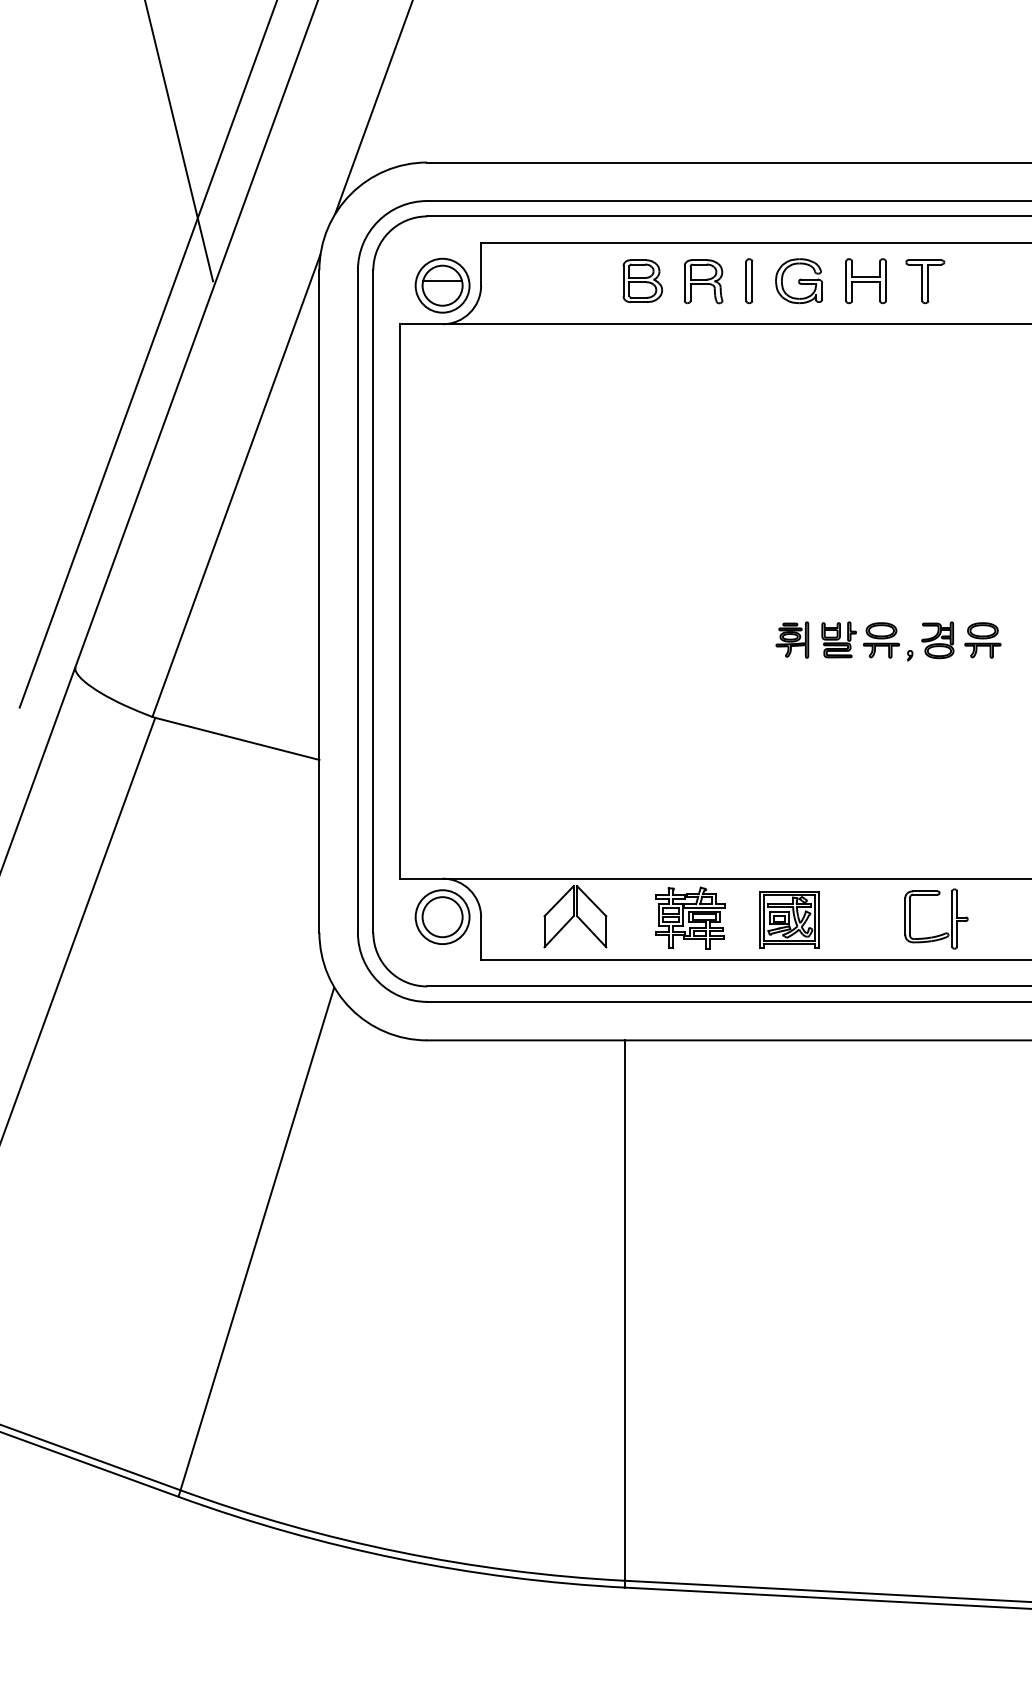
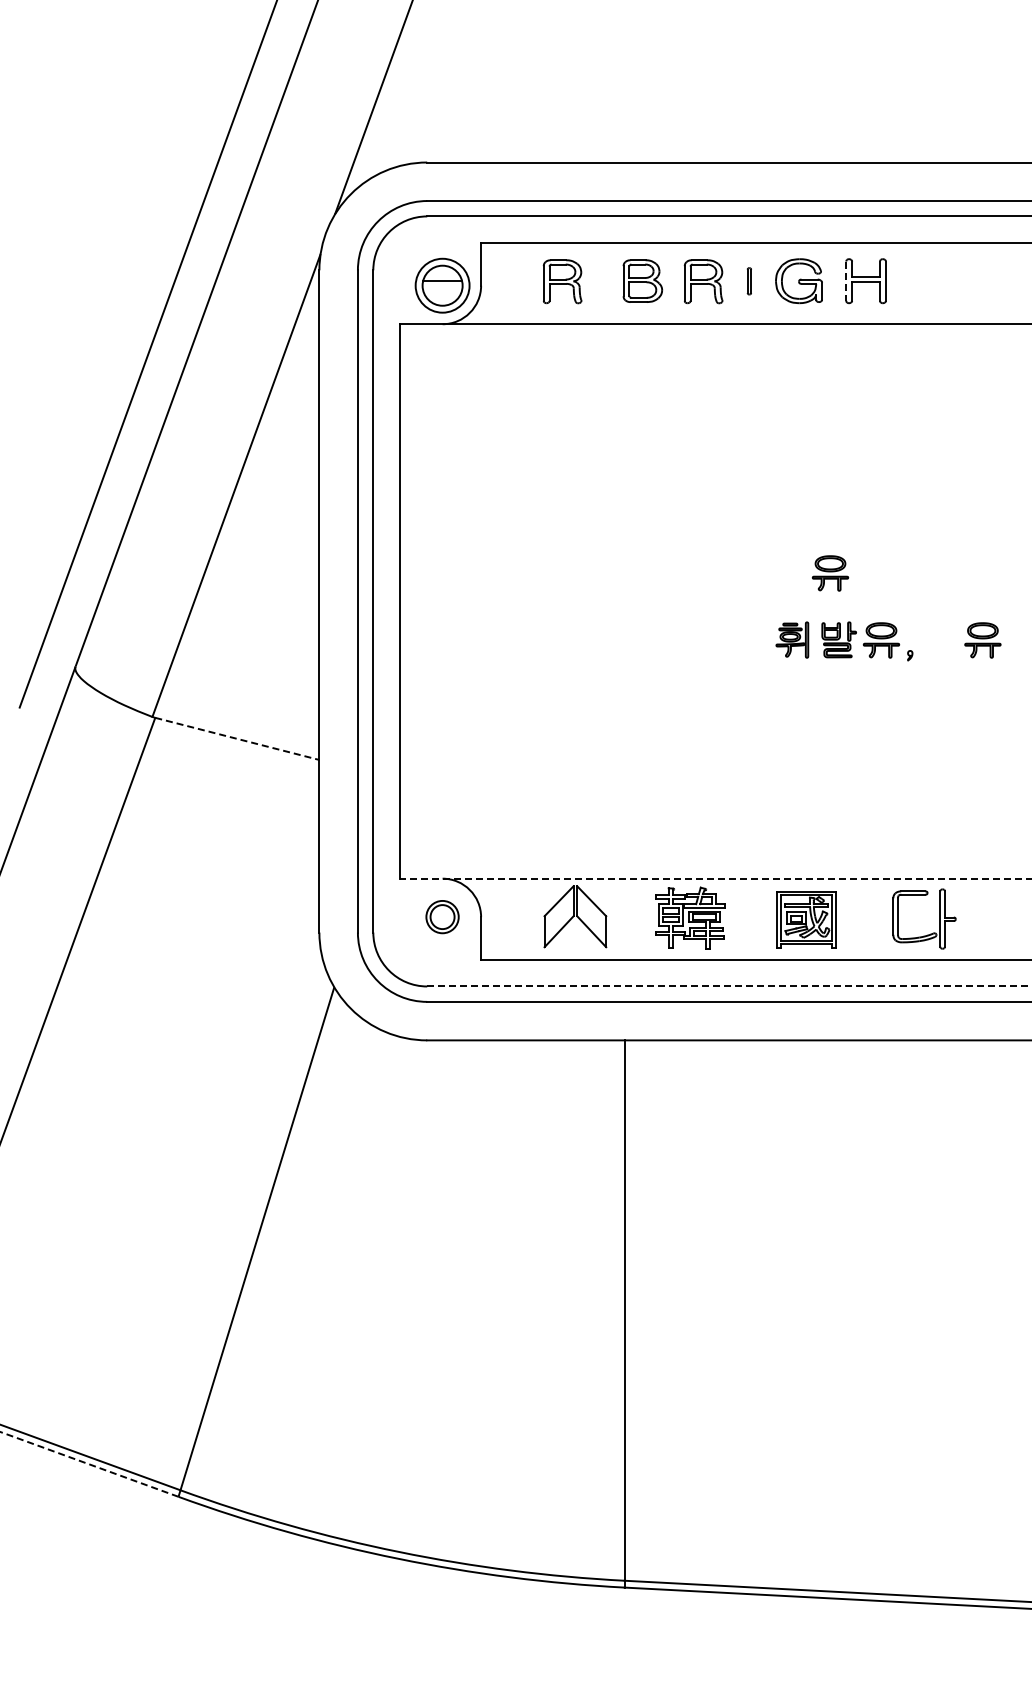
line at (179, 141): present -> none
part at (562, 281): none -> present
part at (749, 281) size: 9x47 px -> 6x29 px
line at (846, 281): solid -> dashed
part at (925, 281): present -> none
part at (830, 573): none -> present
part at (937, 640): present -> none
line at (237, 738): solid -> dashed
line at (715, 878): solid -> dashed
part at (442, 916) size: 57x56 px -> 35x35 px
part at (951, 918) position: (951, 918) -> (939, 918)
part at (789, 919) position: (789, 919) -> (806, 919)
line at (729, 986): solid -> dashed
line at (89, 1464): solid -> dashed
